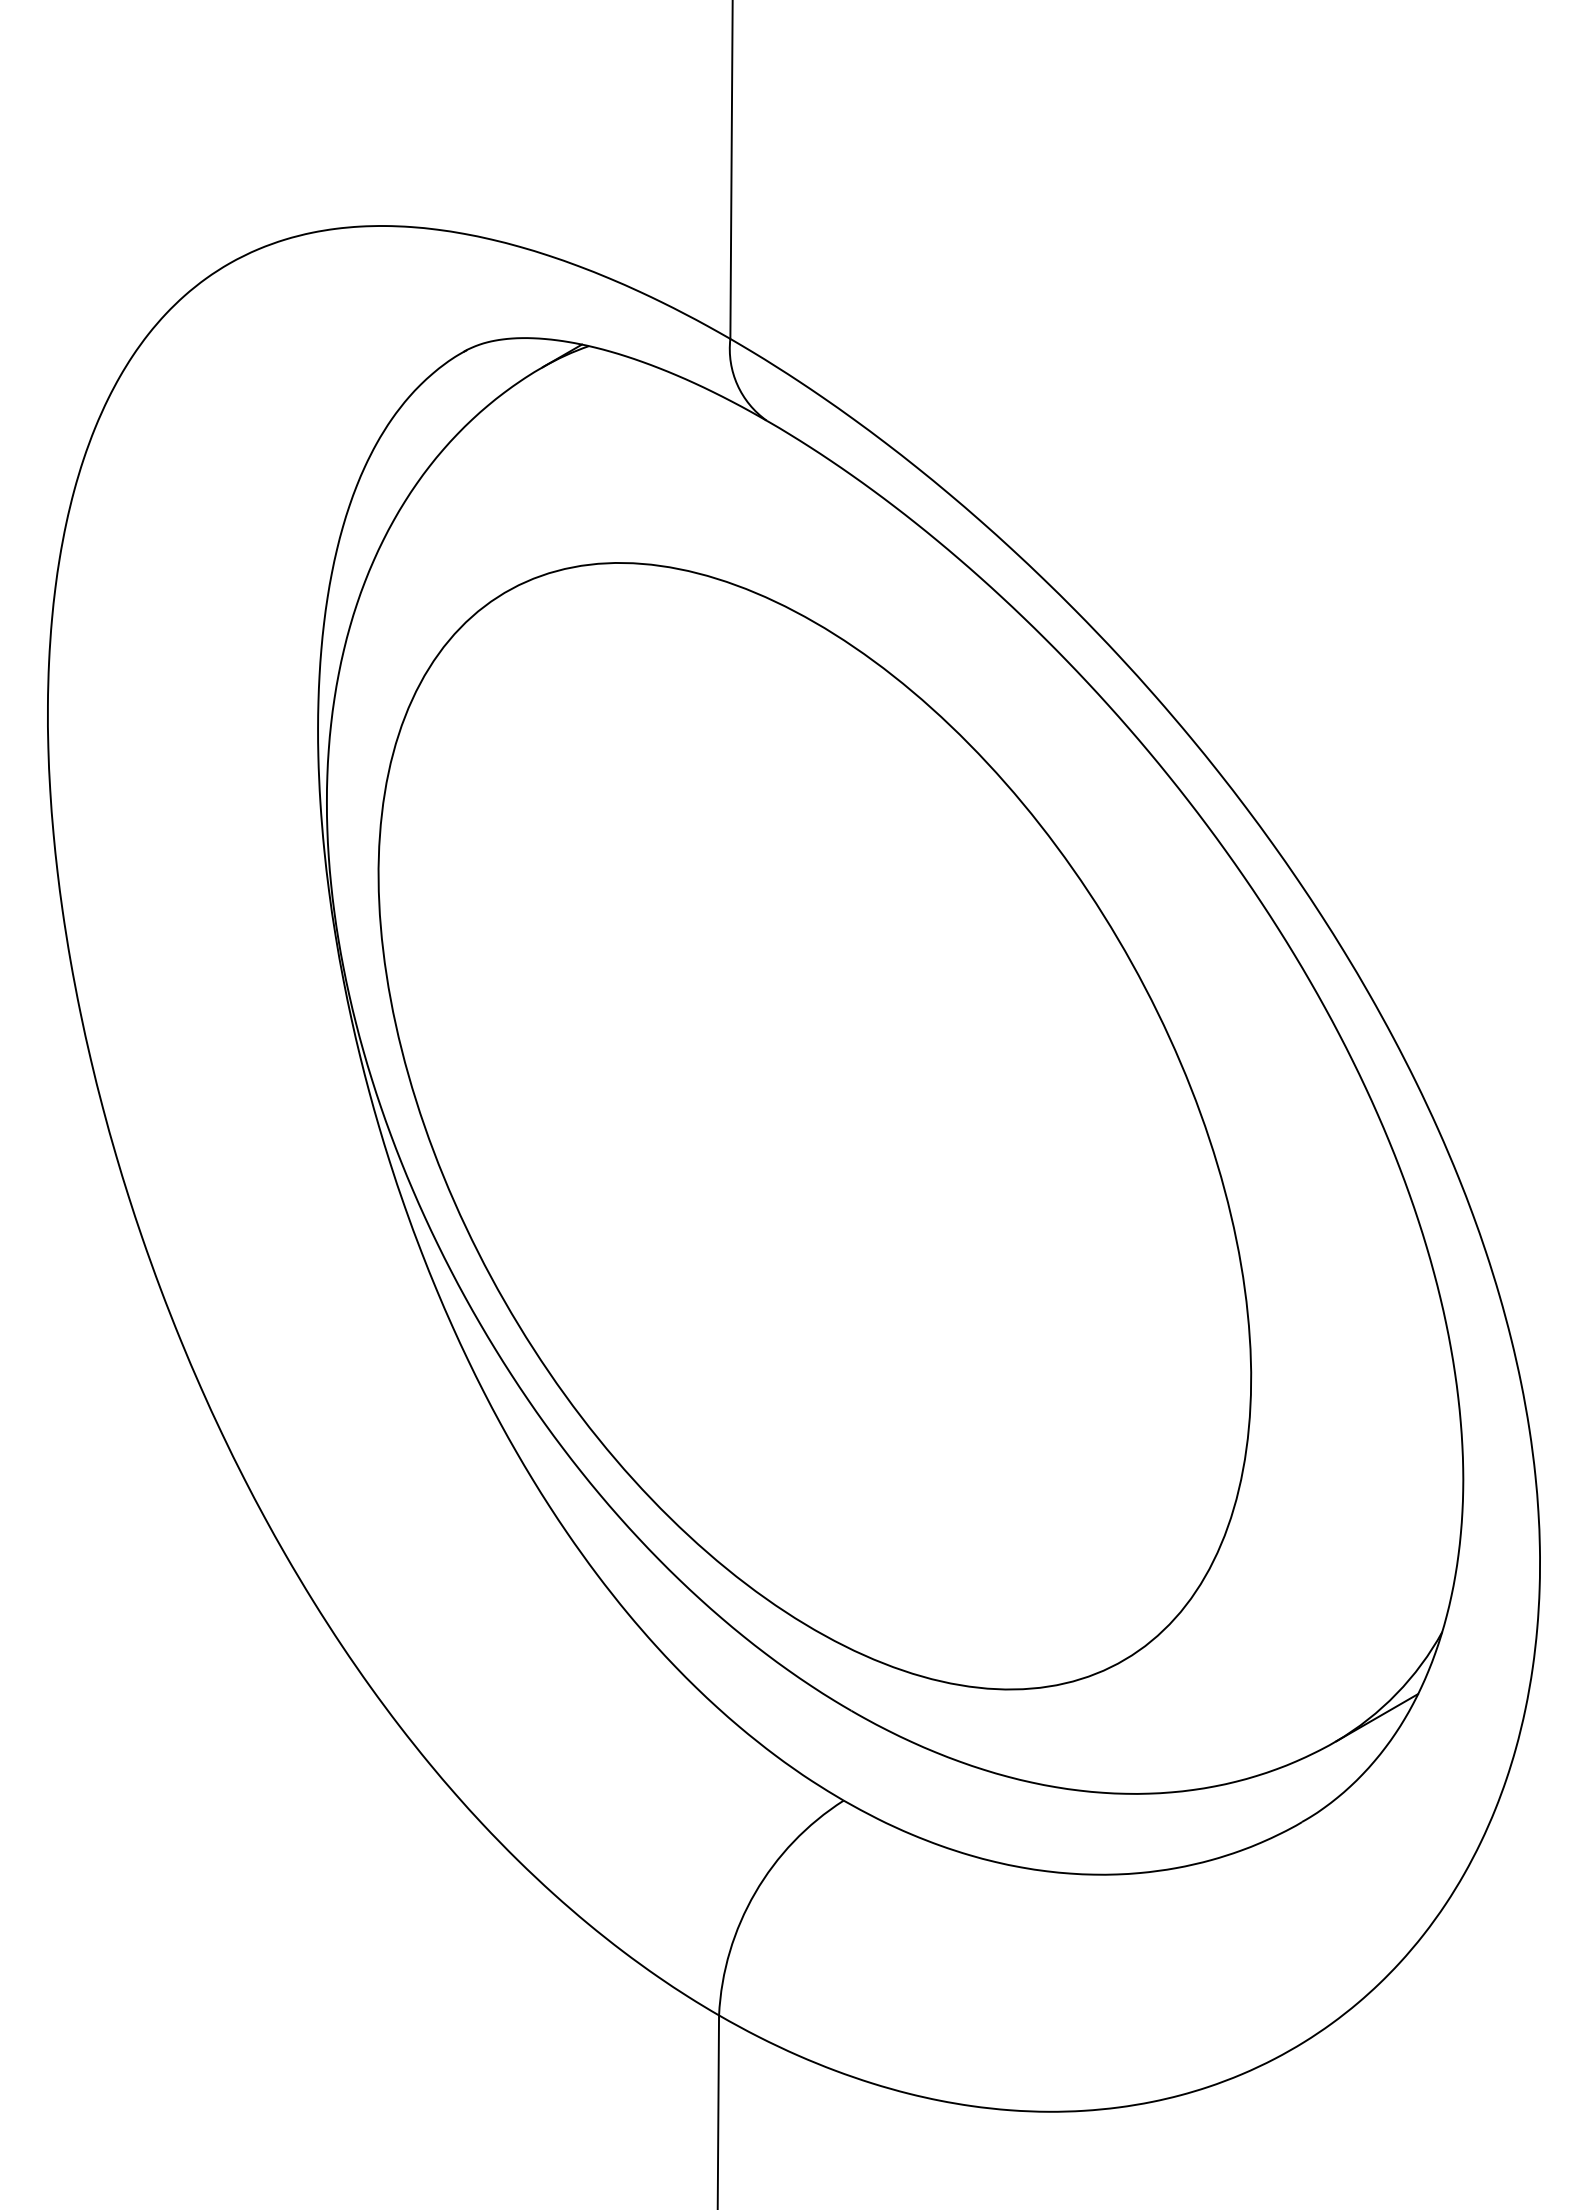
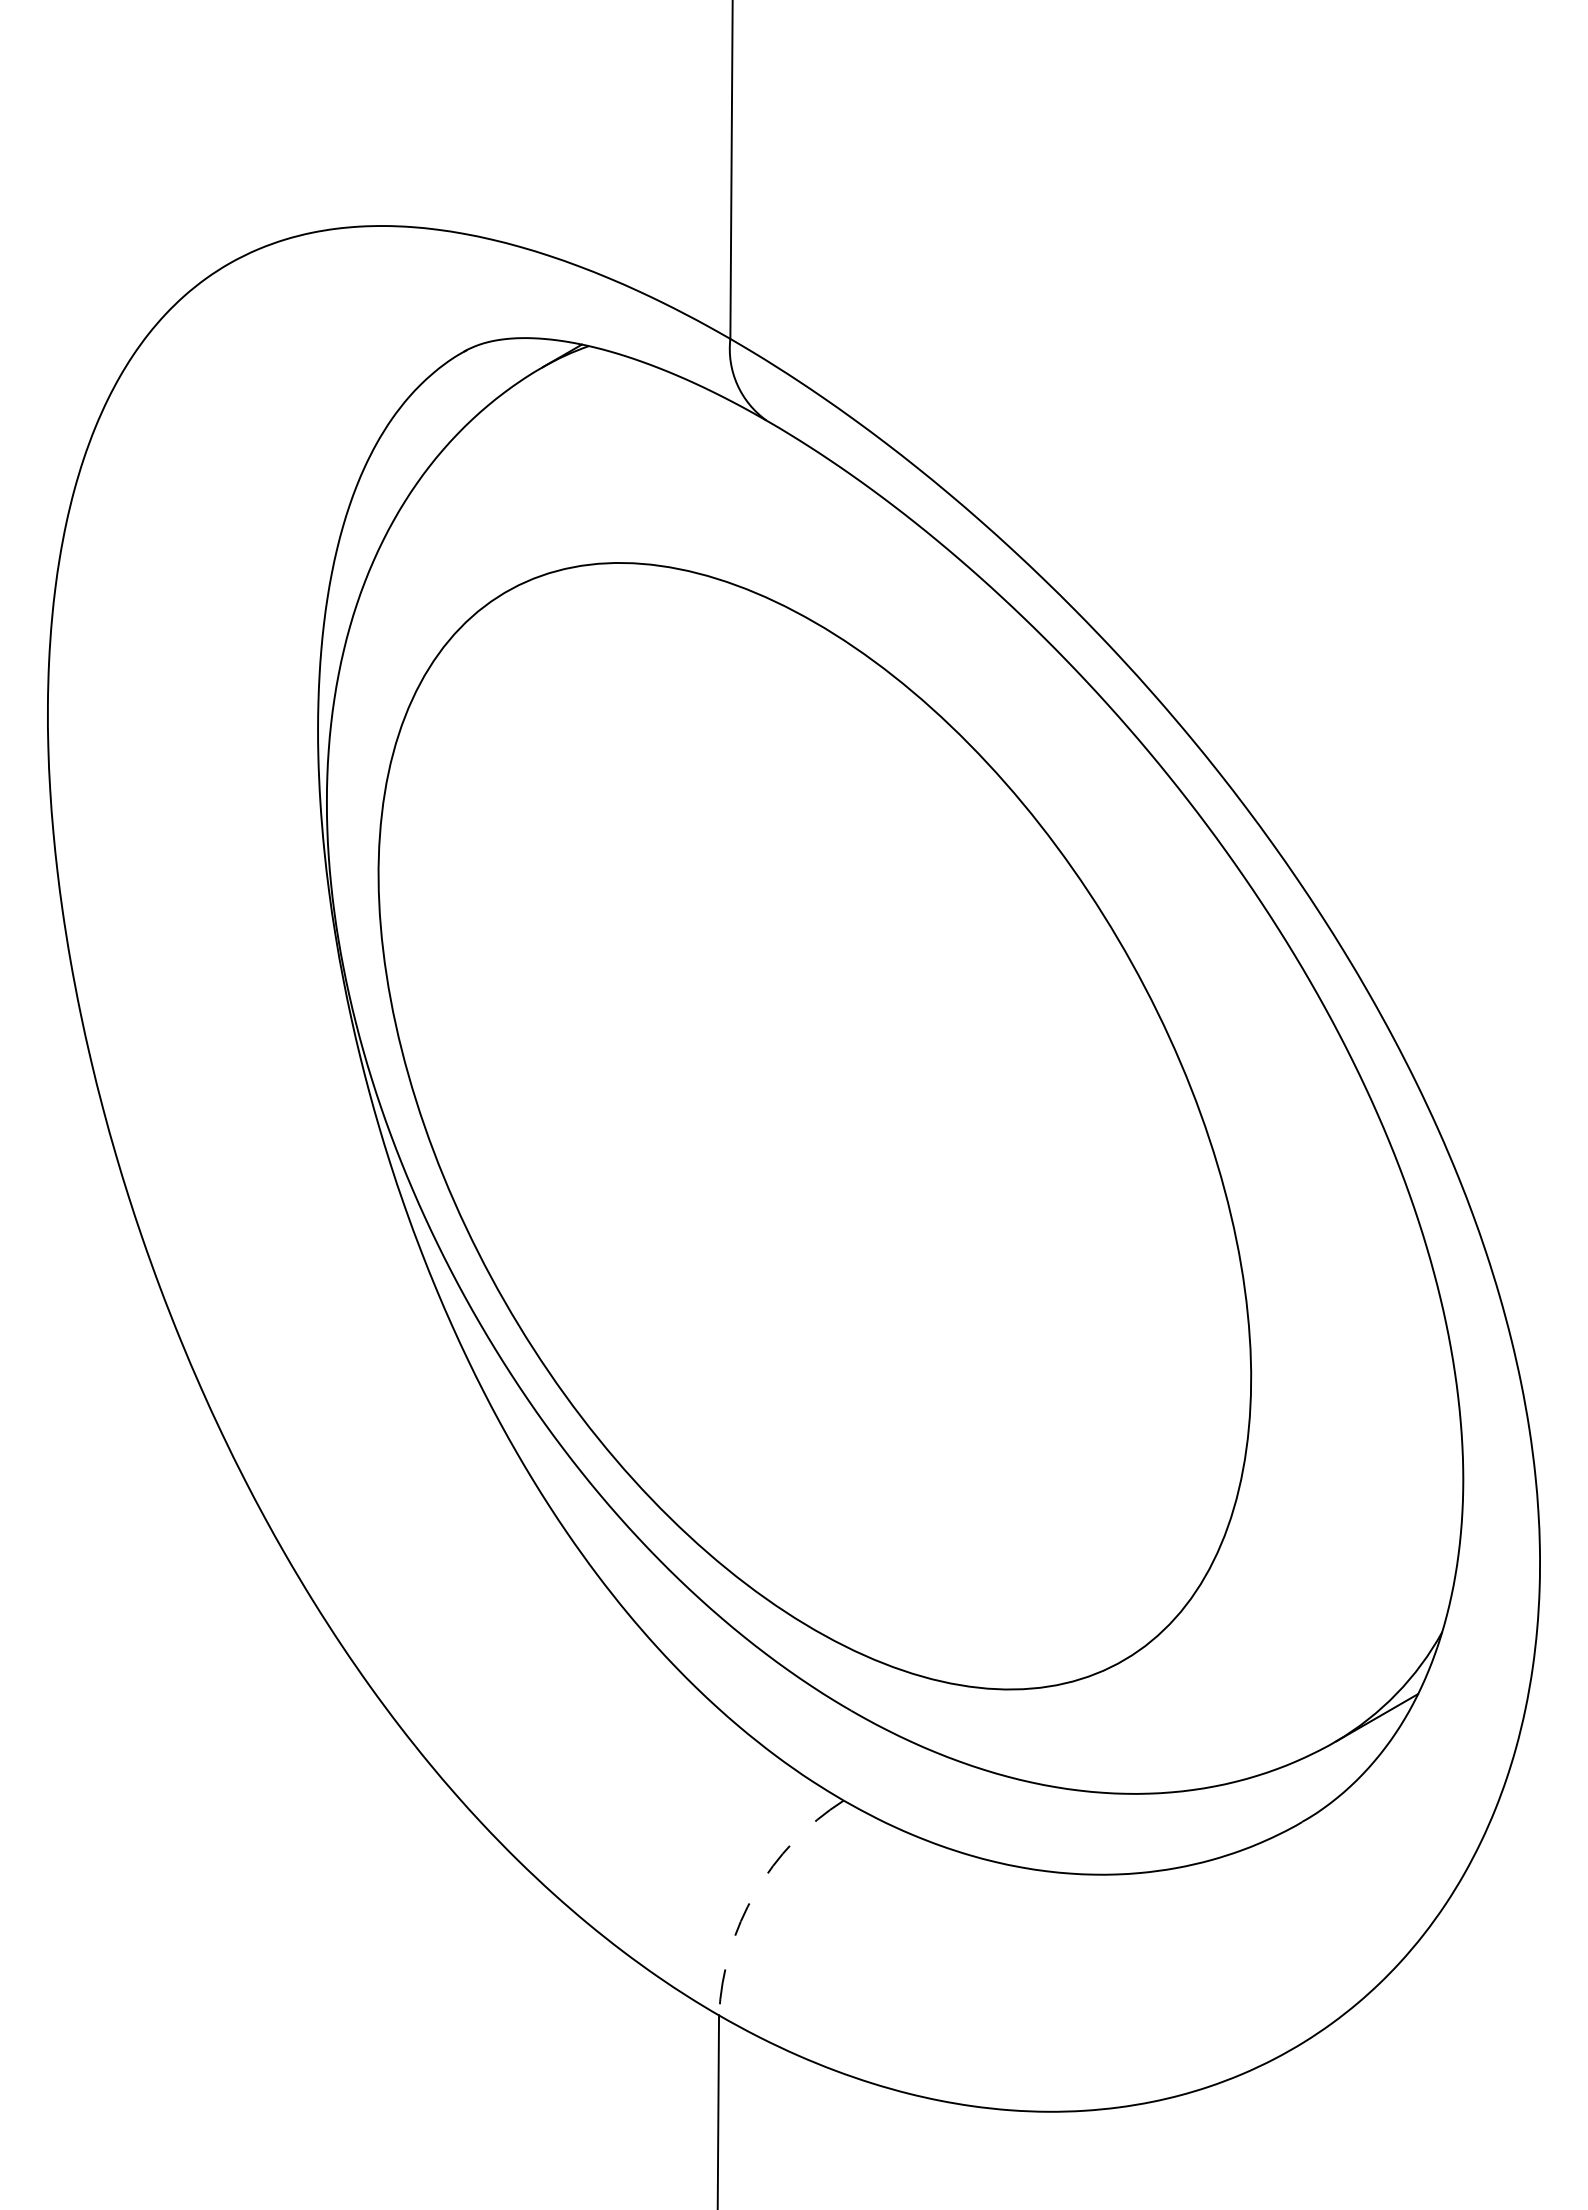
arc at (755, 1892): solid -> dashed
